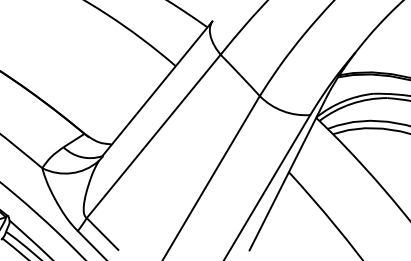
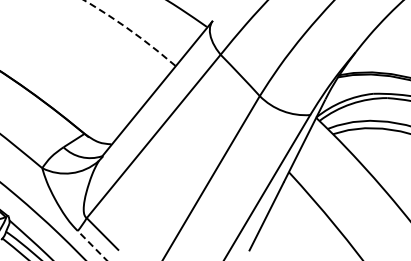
arc at (130, 30): solid -> dashed
line at (92, 245): solid -> dashed
